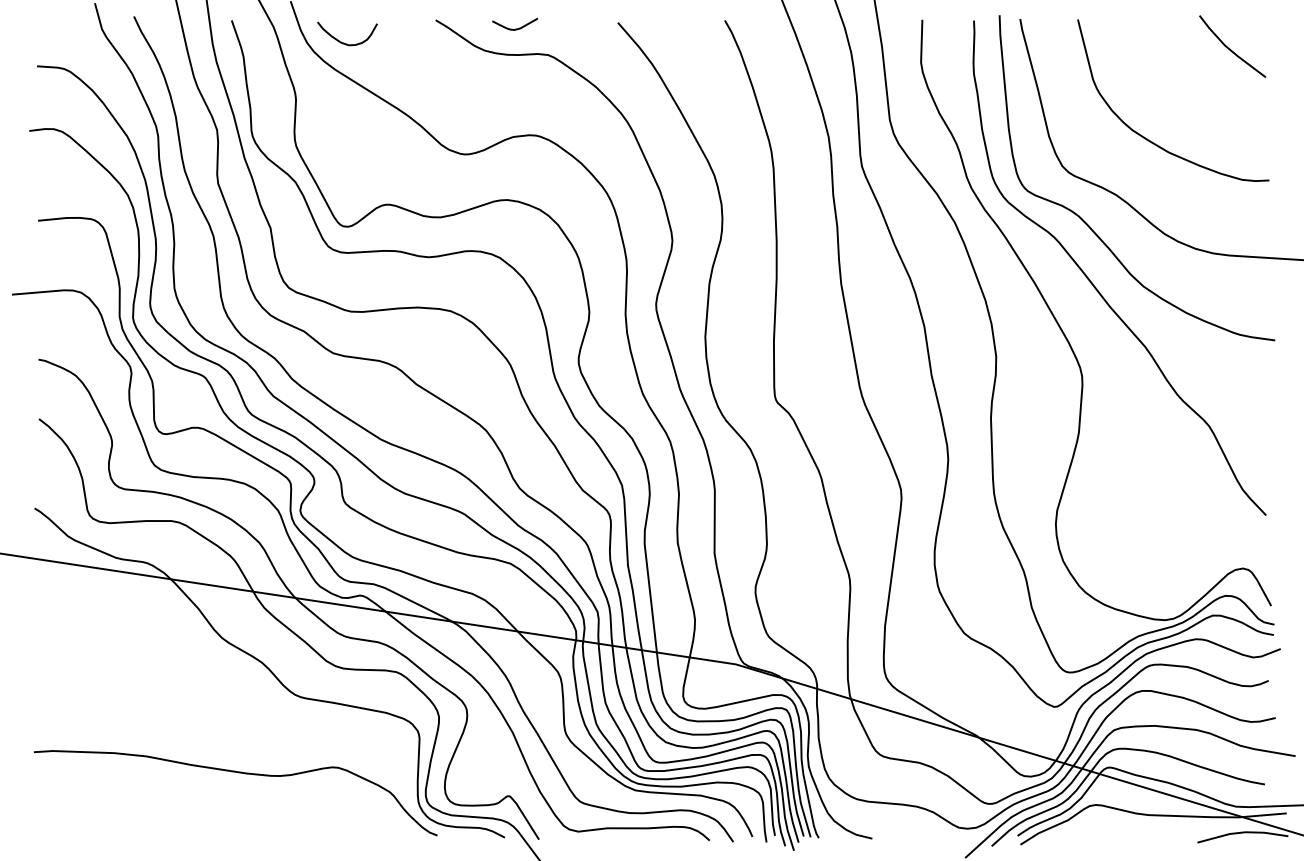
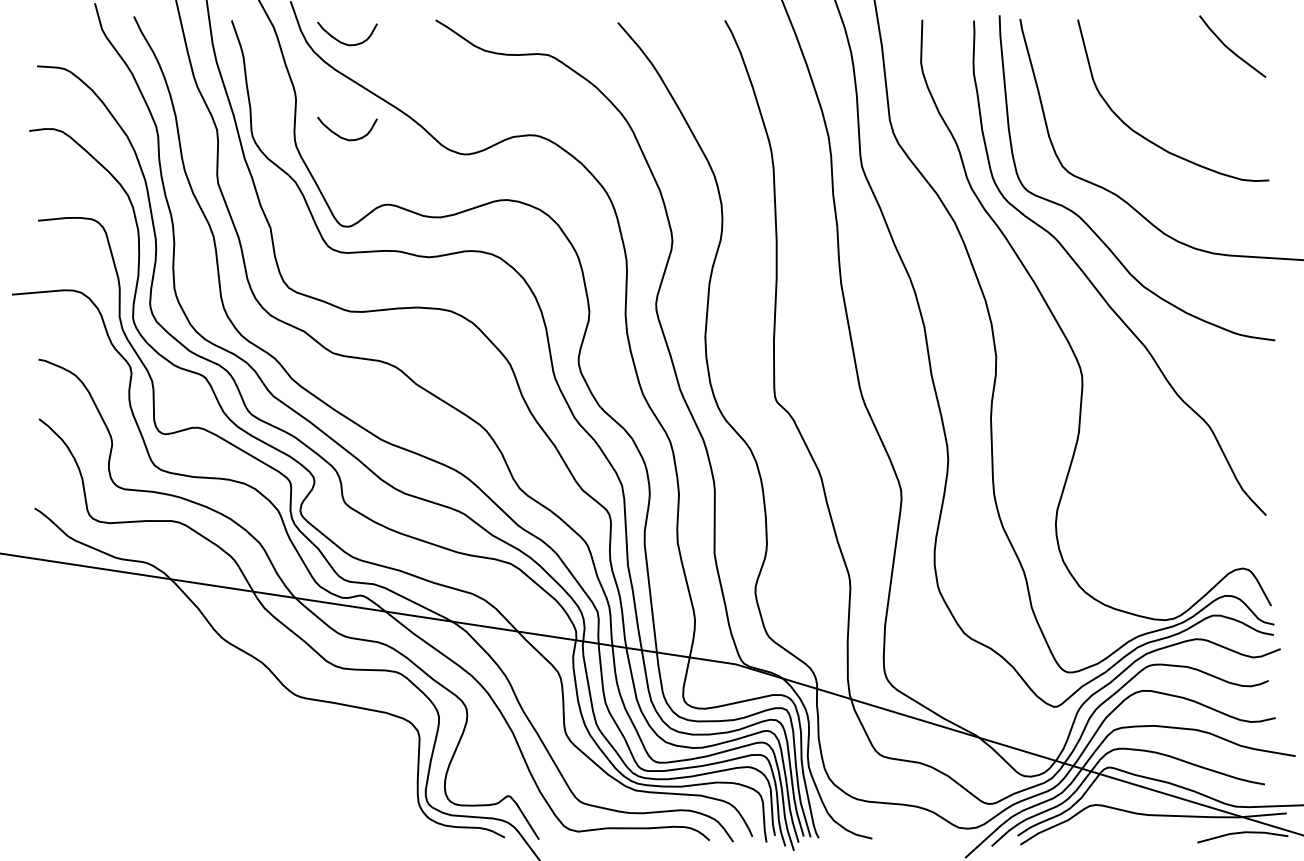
curve at (515, 28): present -> none
curve at (344, 137): none -> present
curve at (238, 773): present -> none
